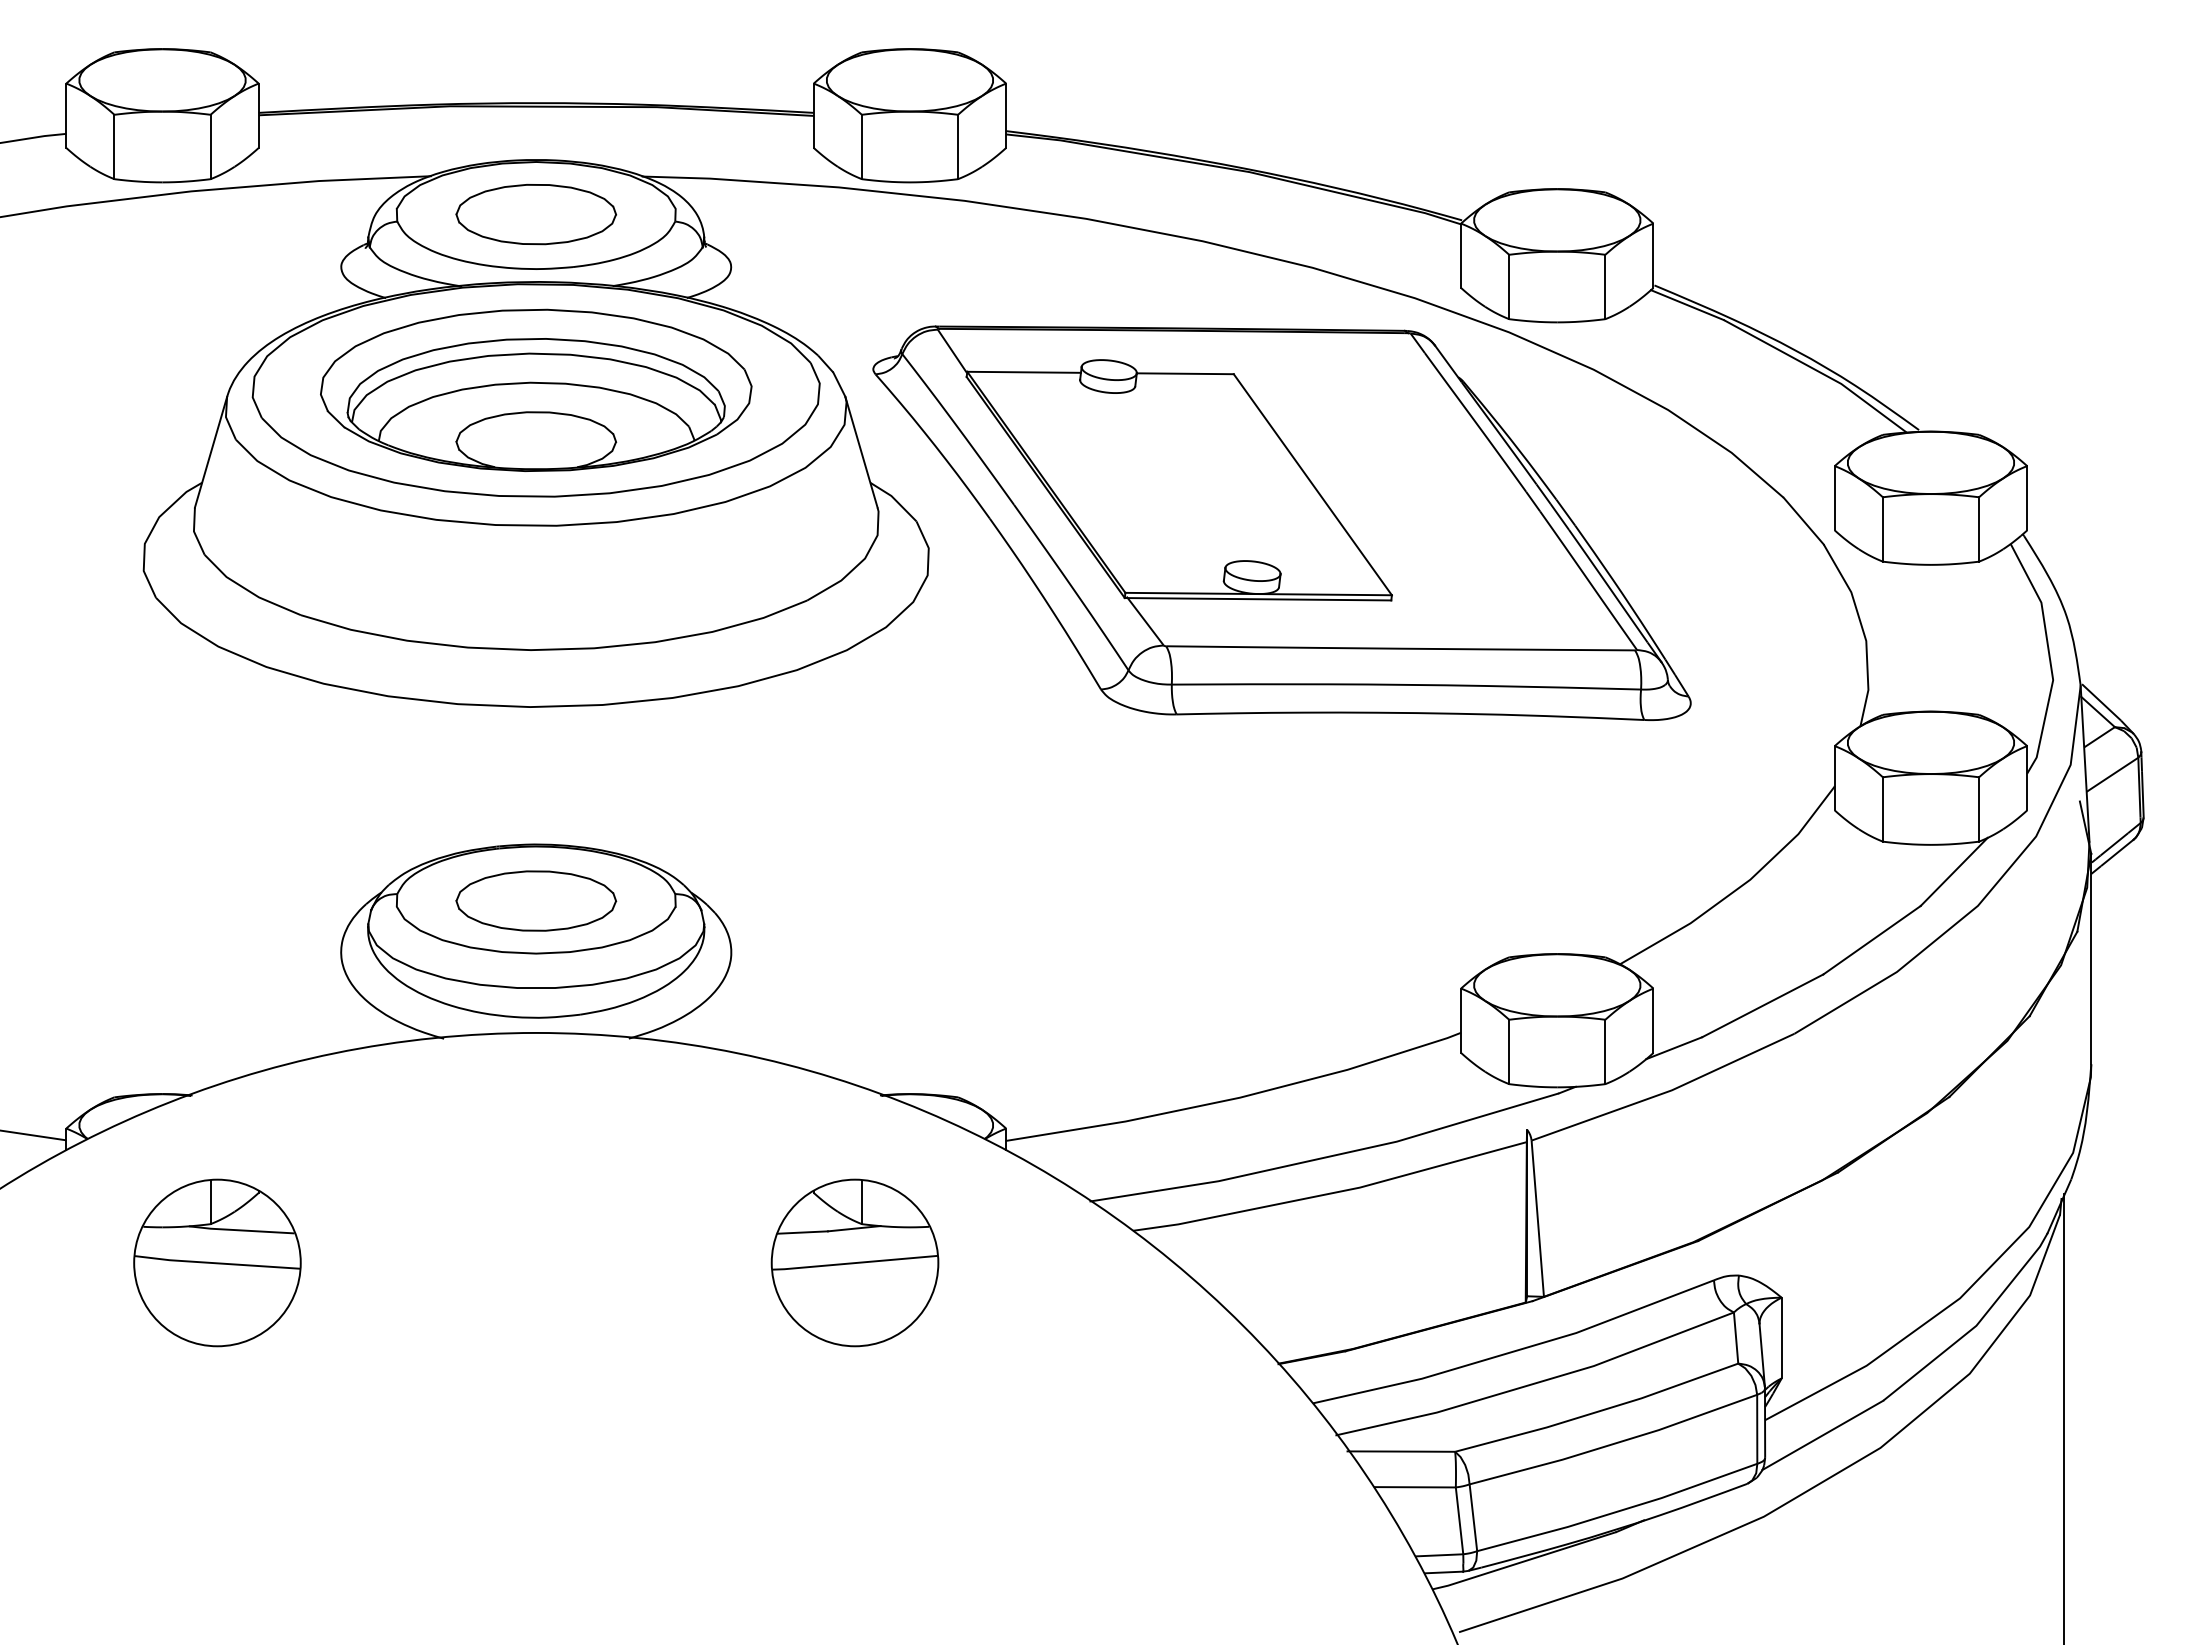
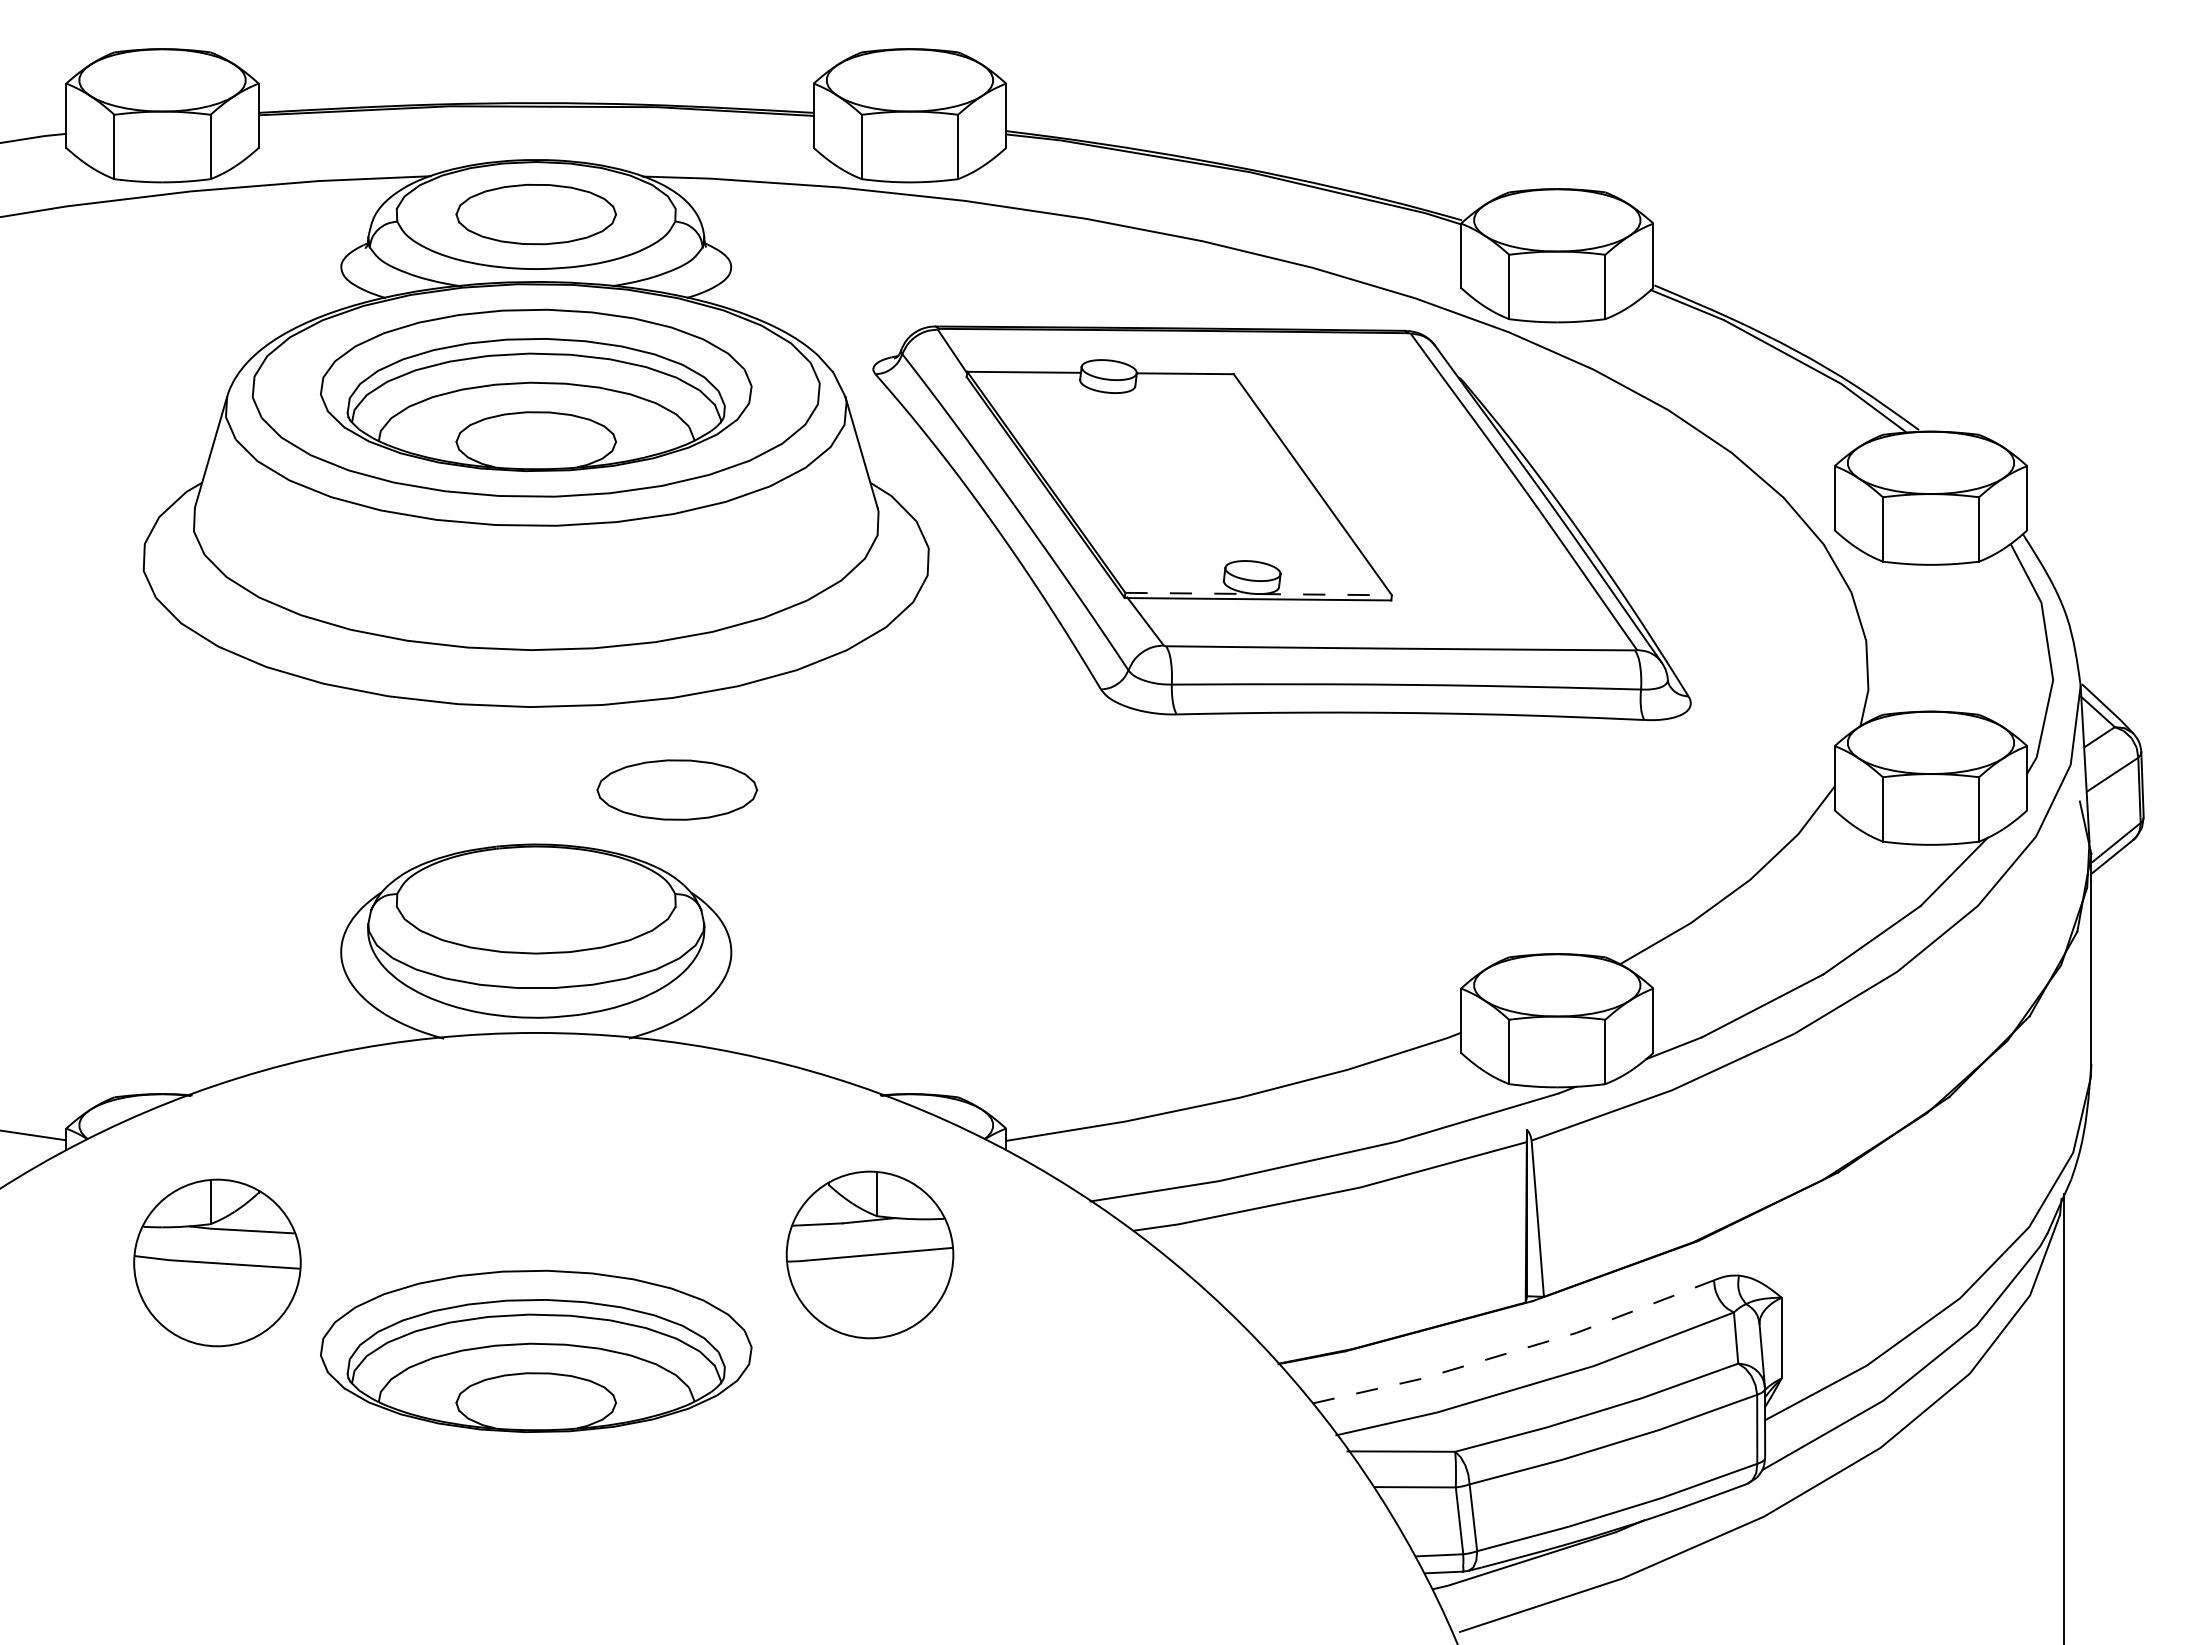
line at (1259, 594): solid -> dashed
part at (536, 900) position: (536, 900) -> (677, 789)
part at (854, 1262) position: (854, 1262) -> (869, 1254)
part at (536, 1350): none -> present
line at (1516, 1350): solid -> dashed
